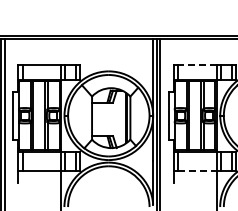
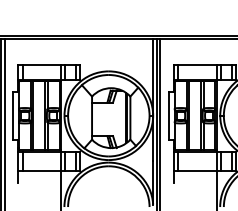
line at (197, 65): dashed -> solid
line at (198, 171): dashed -> solid
